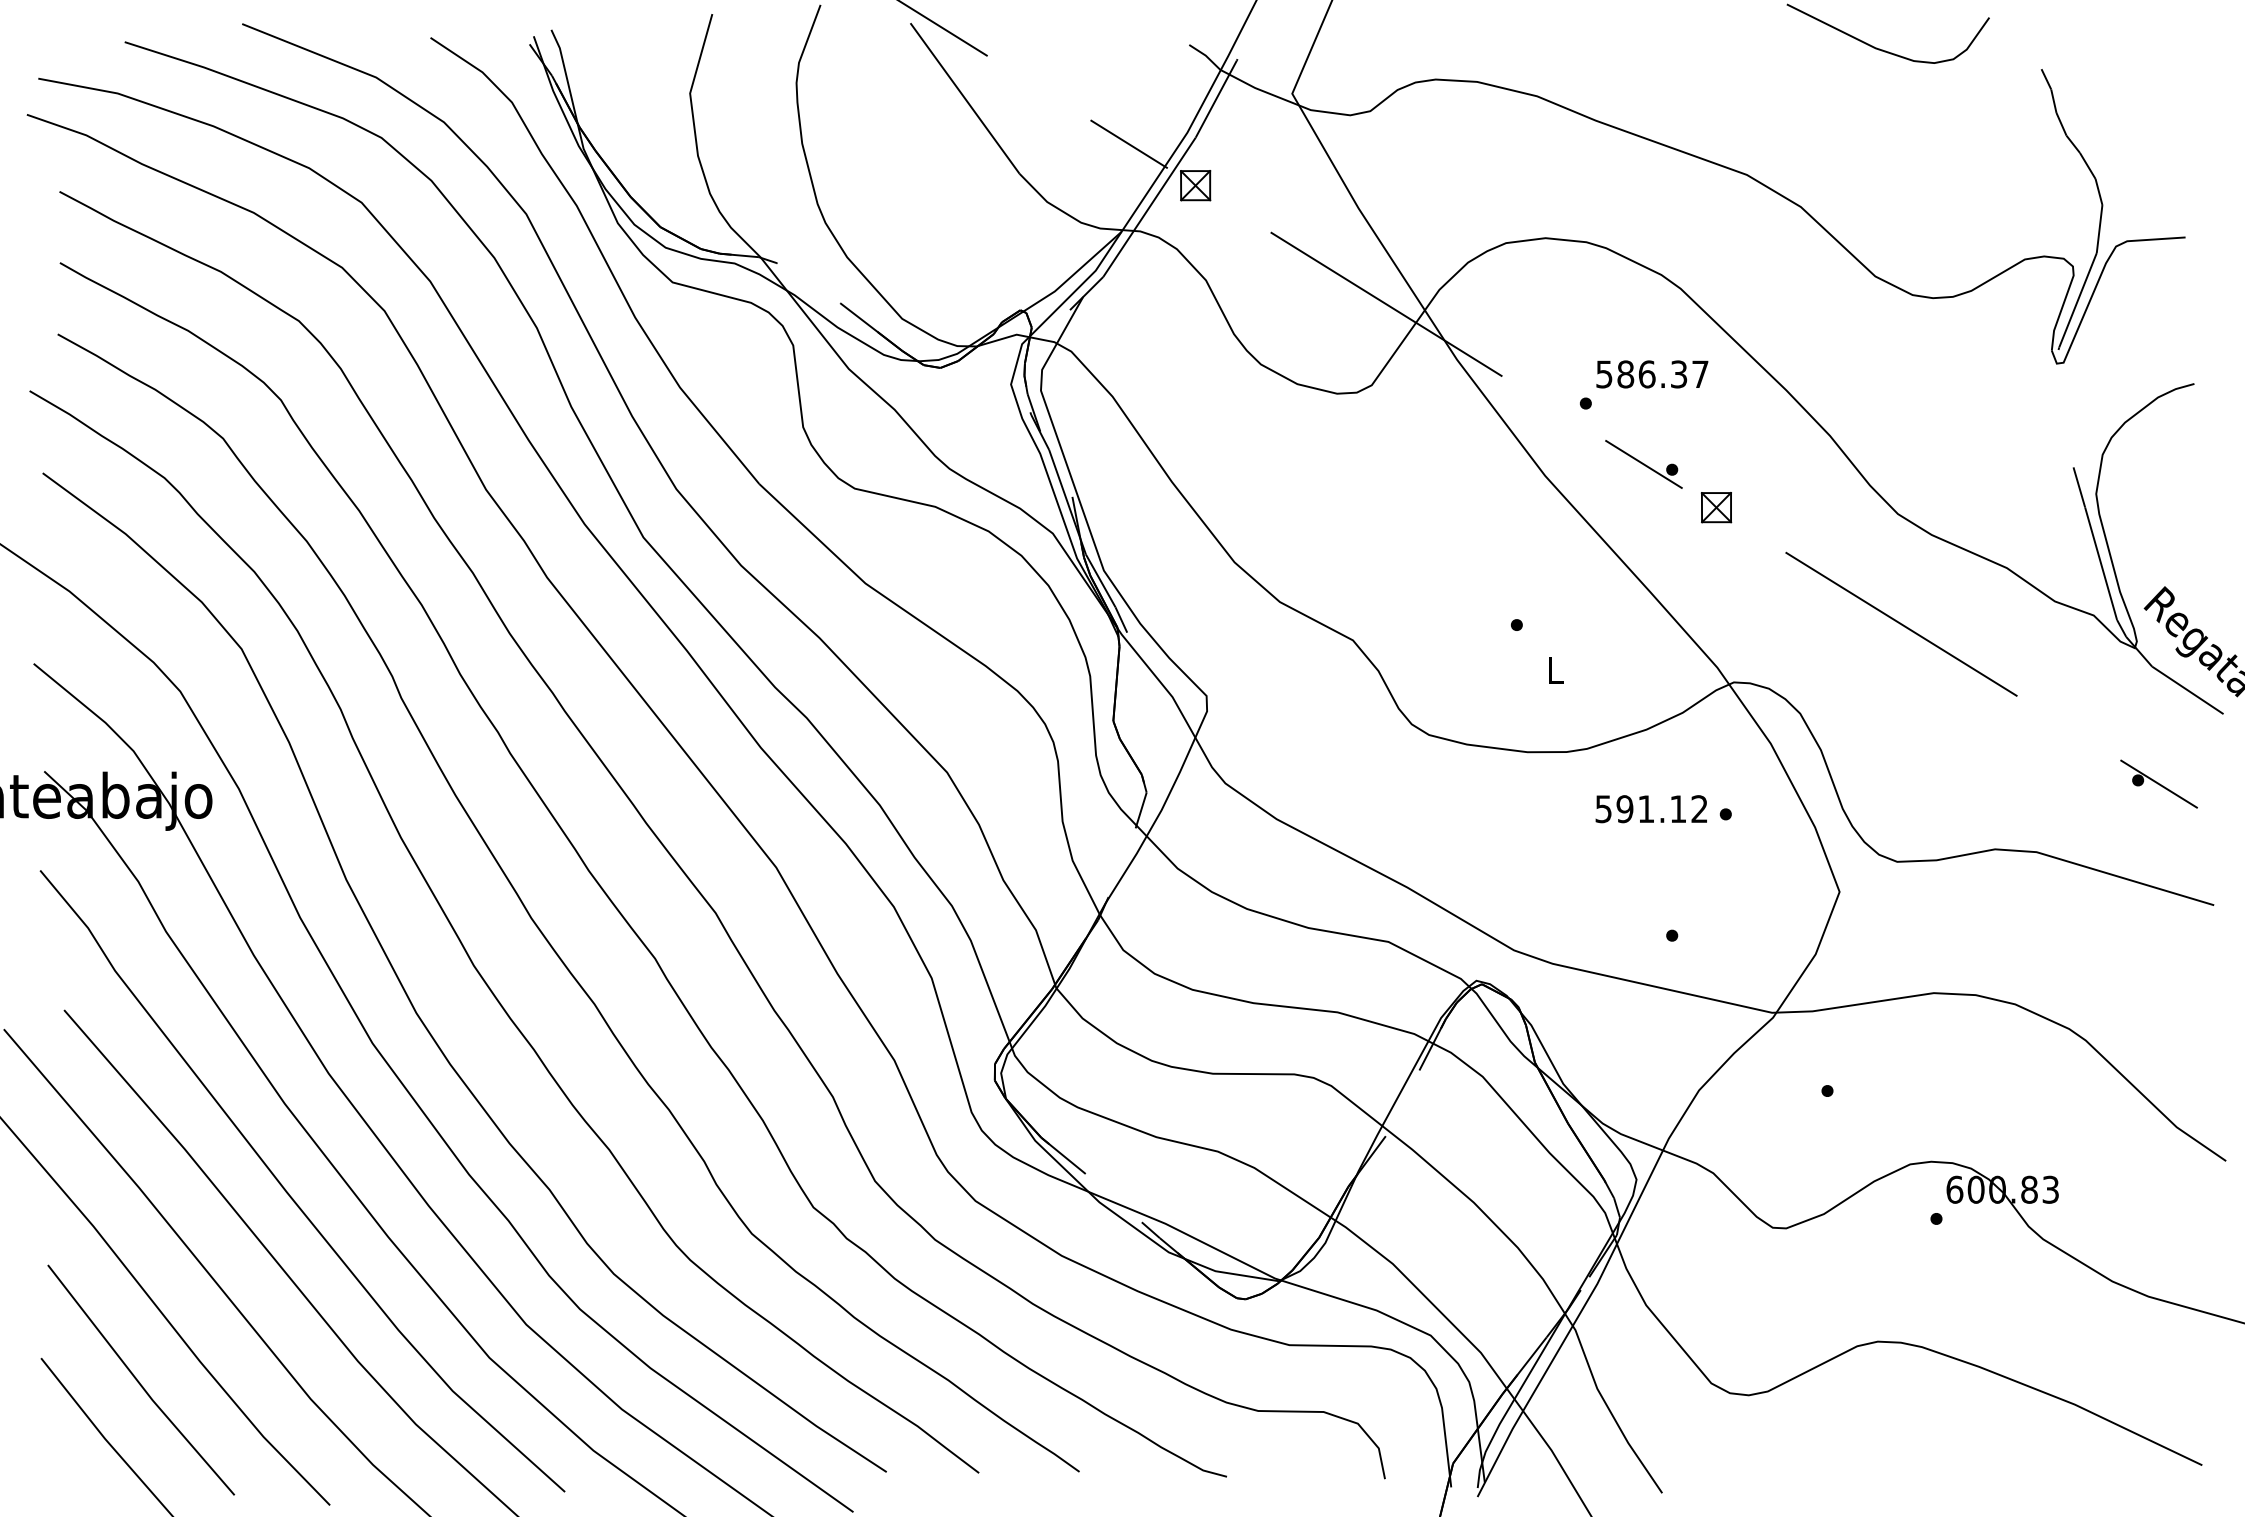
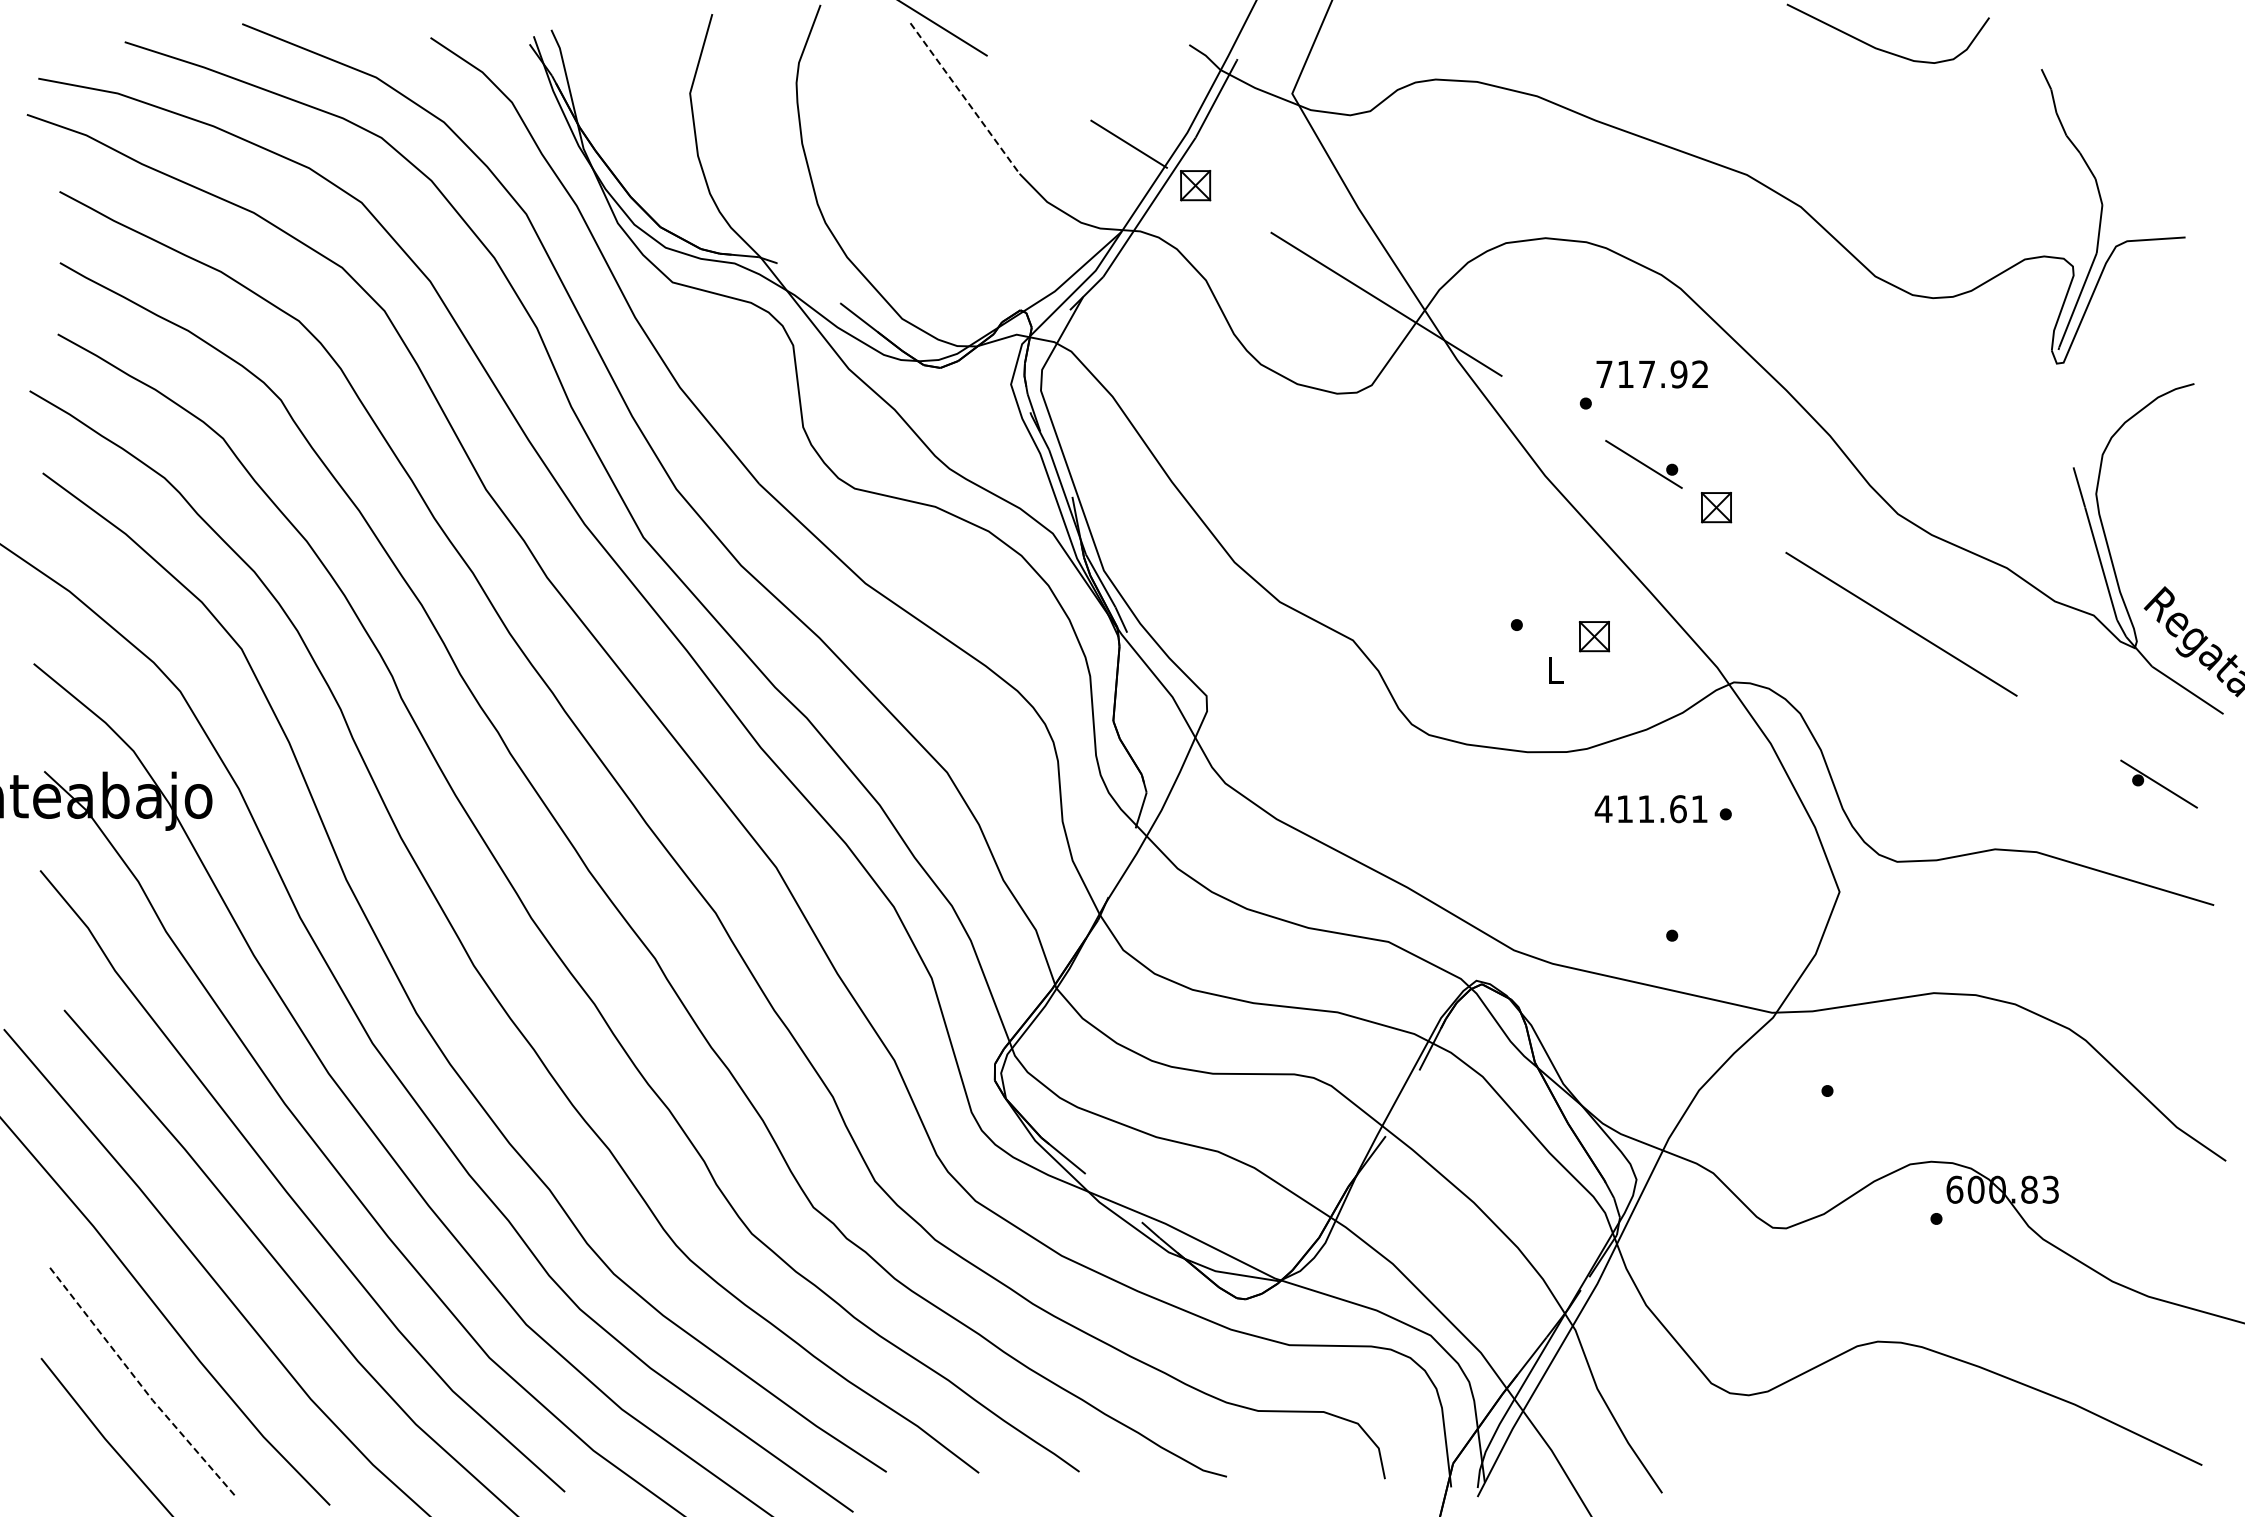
line at (965, 98): solid -> dashed
text at (1652, 374): 586.37 -> 717.92
part at (1594, 636): none -> present
text at (1650, 809): 591.12 -> 411.61
line at (138, 1382): solid -> dashed
